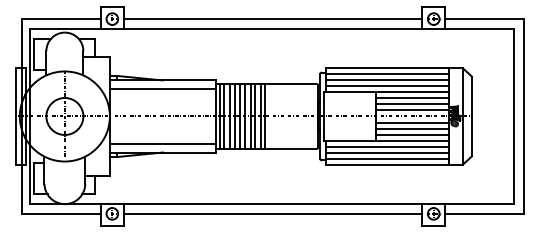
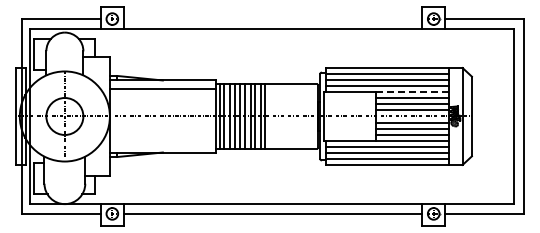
line at (273, 19): present -> none
line at (412, 92): solid -> dashed
line at (162, 143): present -> none
